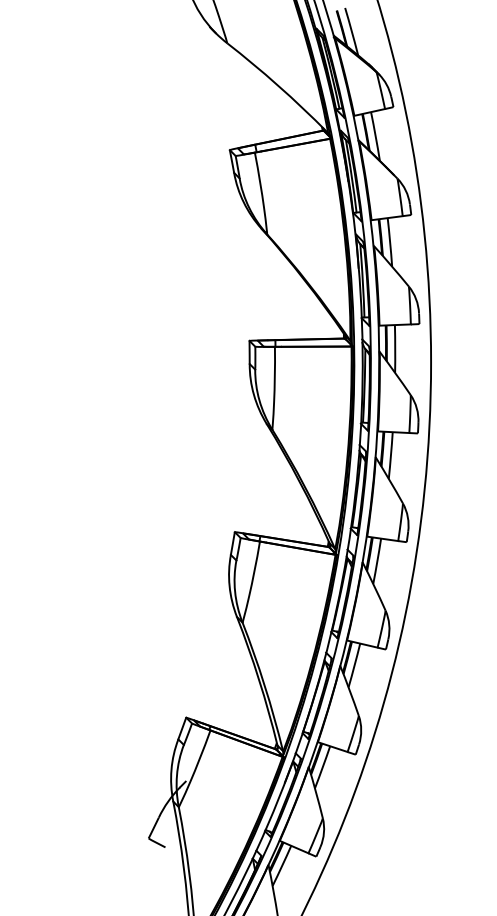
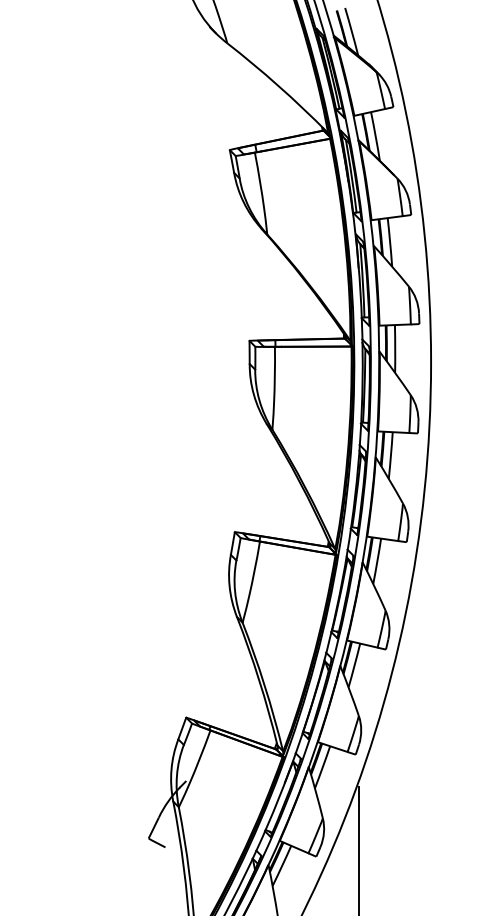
line at (358, 849): none -> present
